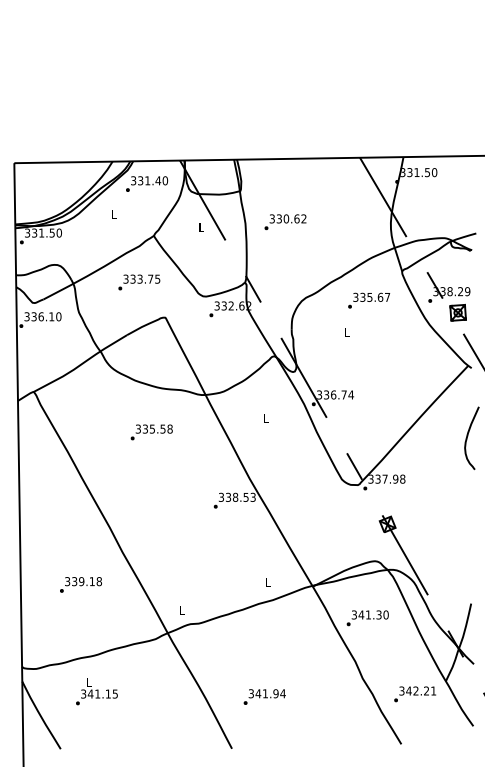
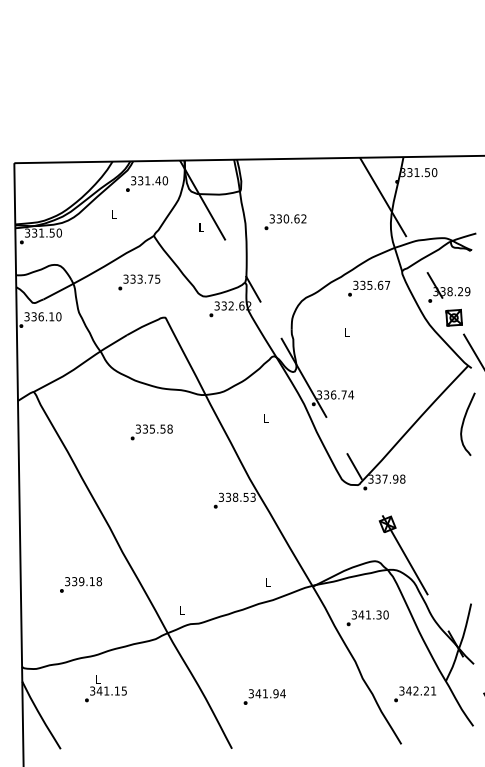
text at (369, 300) position: (369, 300) -> (369, 288)
part at (457, 312) position: (457, 312) -> (453, 317)
curve at (468, 436) position: (468, 436) -> (464, 422)
text at (96, 691) position: (96, 691) -> (105, 688)
